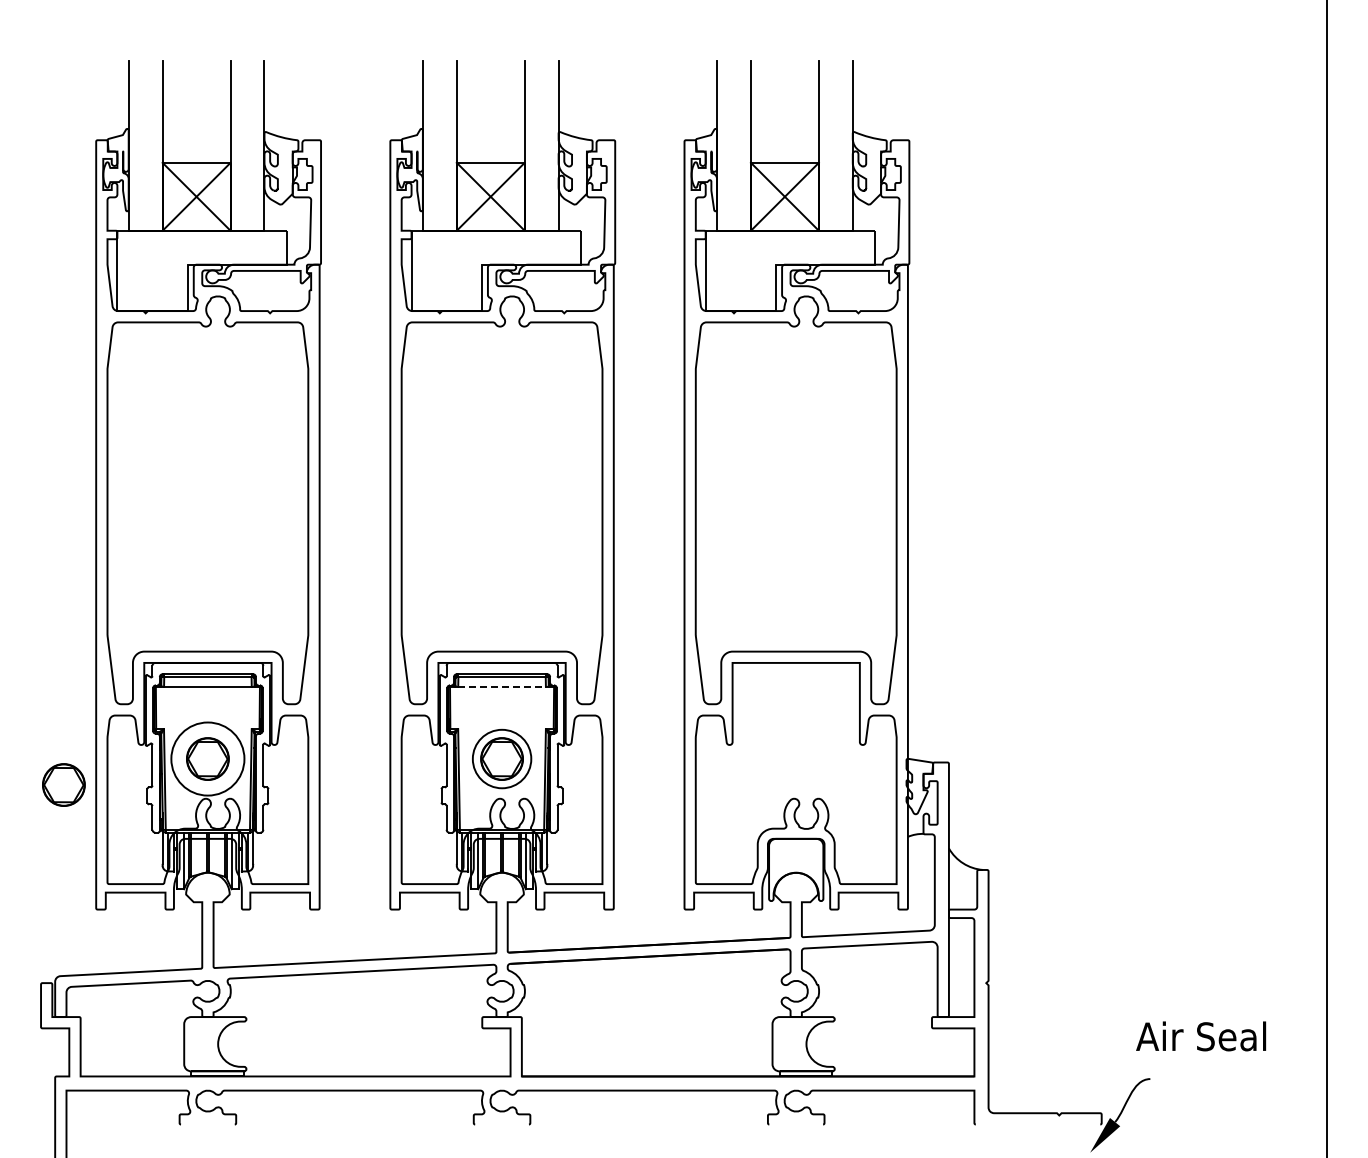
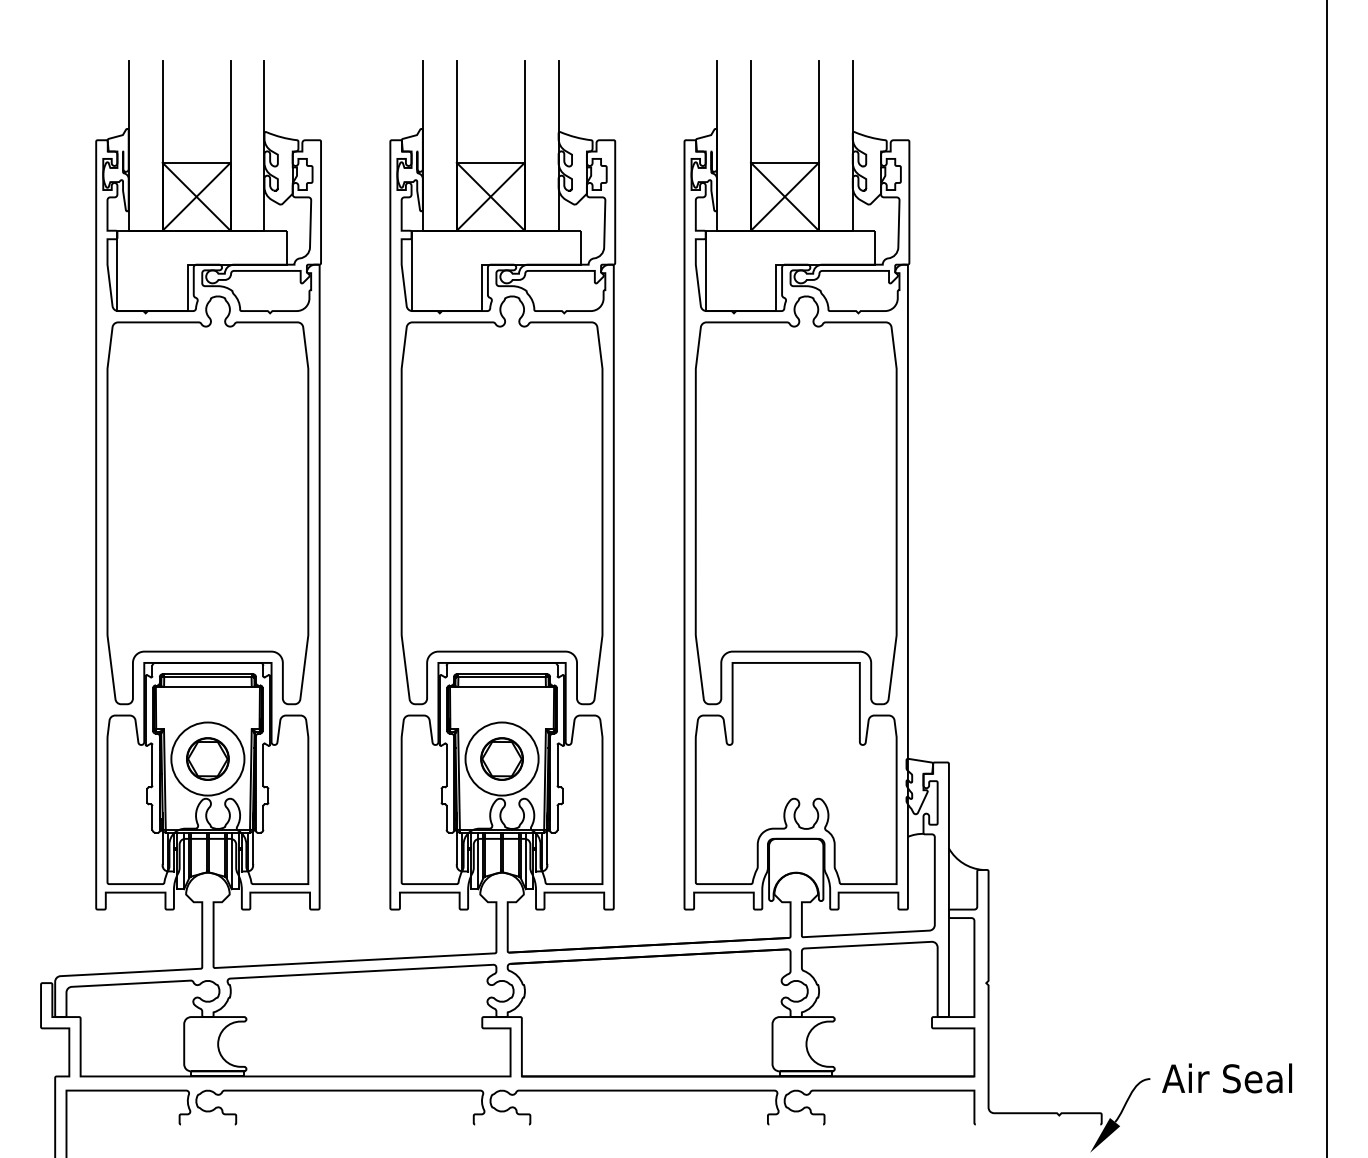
line at (502, 686): dashed -> solid
circle at (501, 758) diameter: 58 px -> 73 px
part at (63, 784): present -> none
text at (1201, 1036) position: (1201, 1036) -> (1227, 1078)
